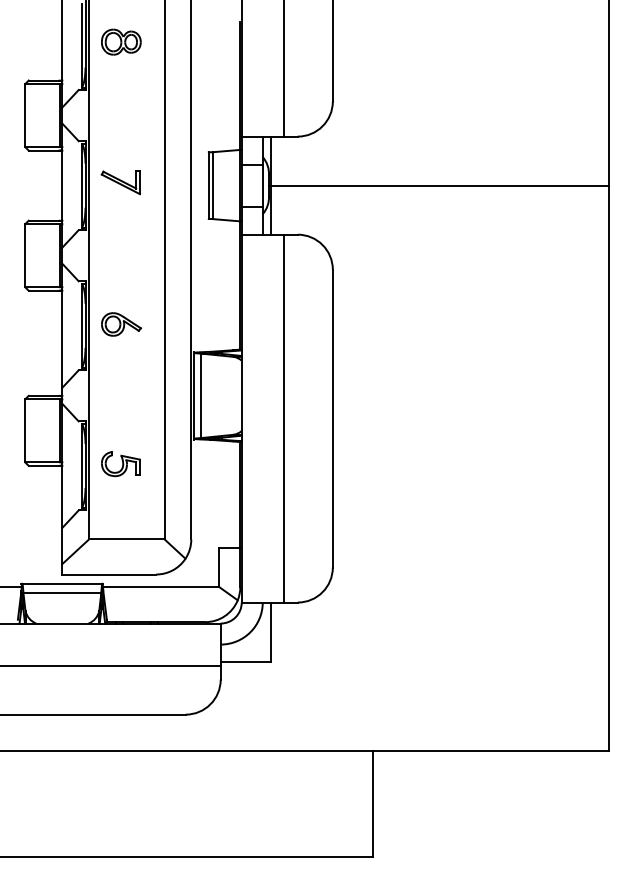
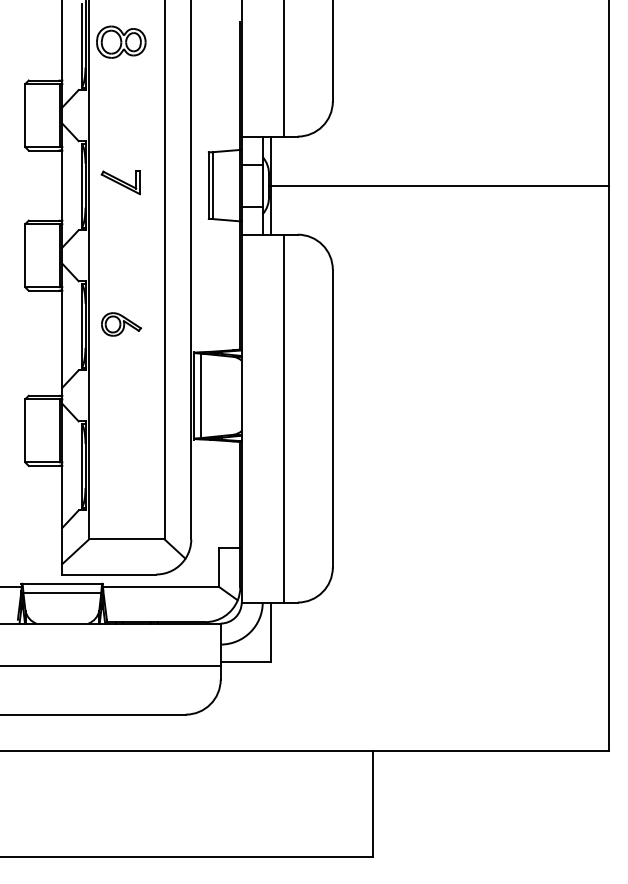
part at (121, 41) size: 41x28 px -> 51x34 px
part at (120, 464): present -> none
